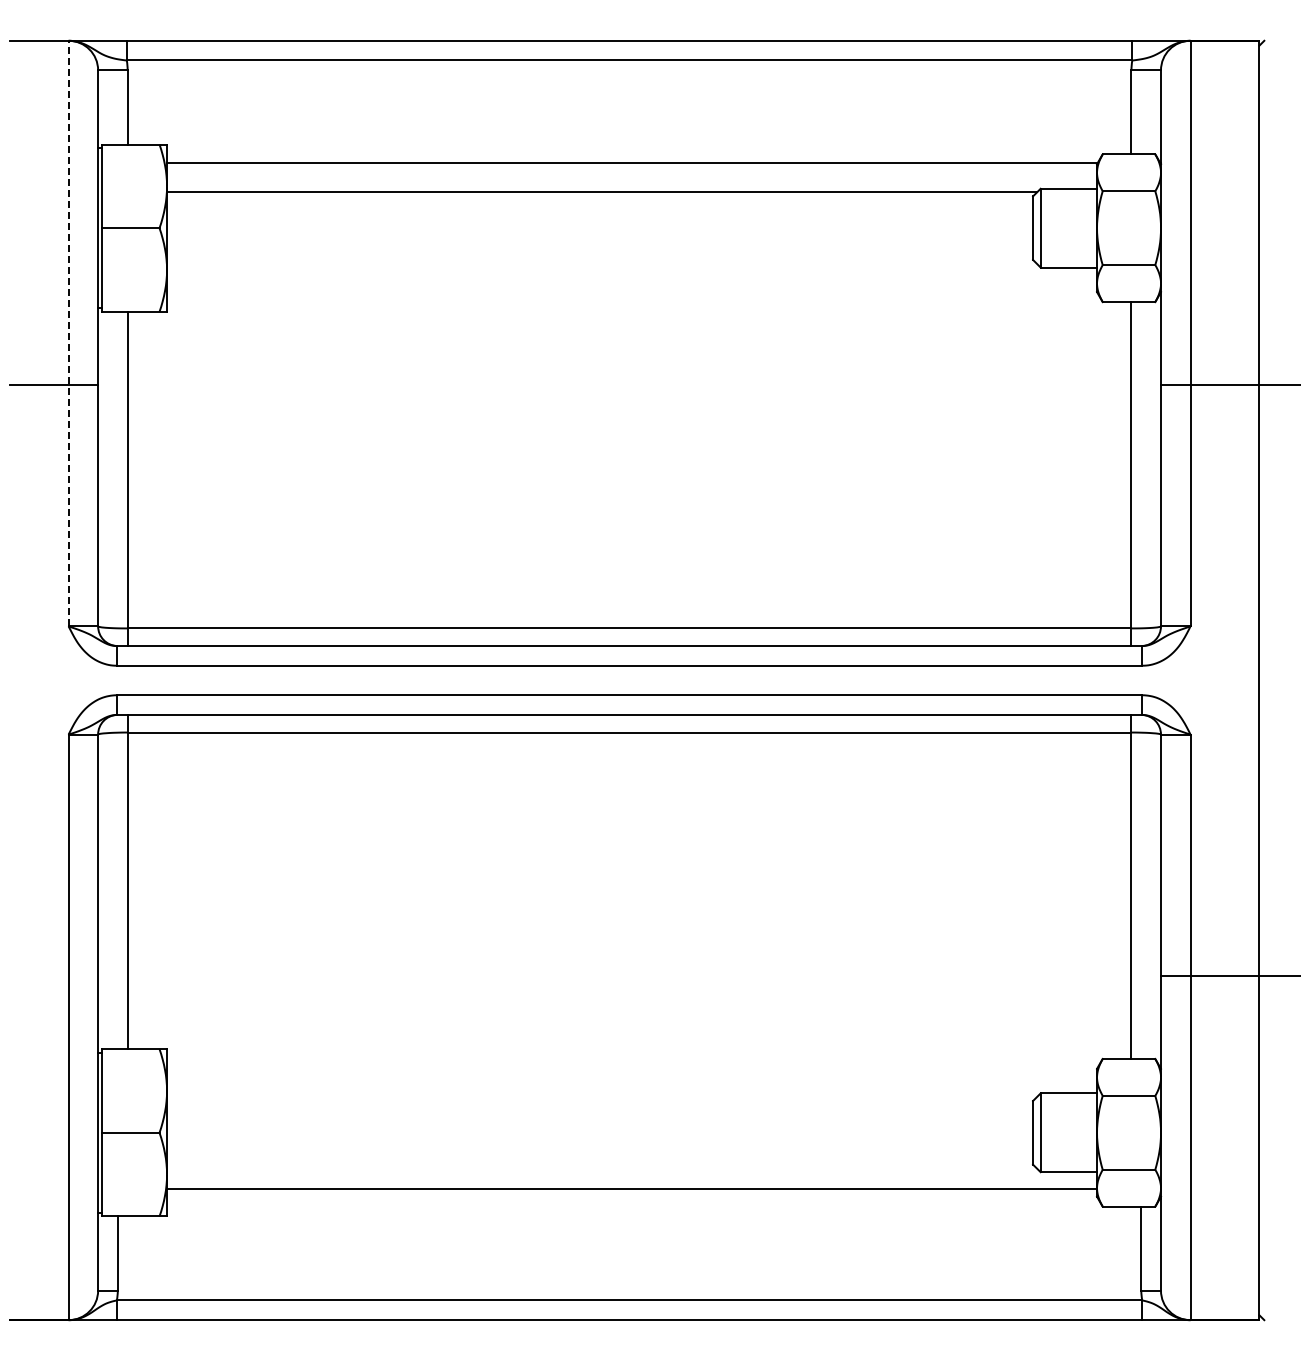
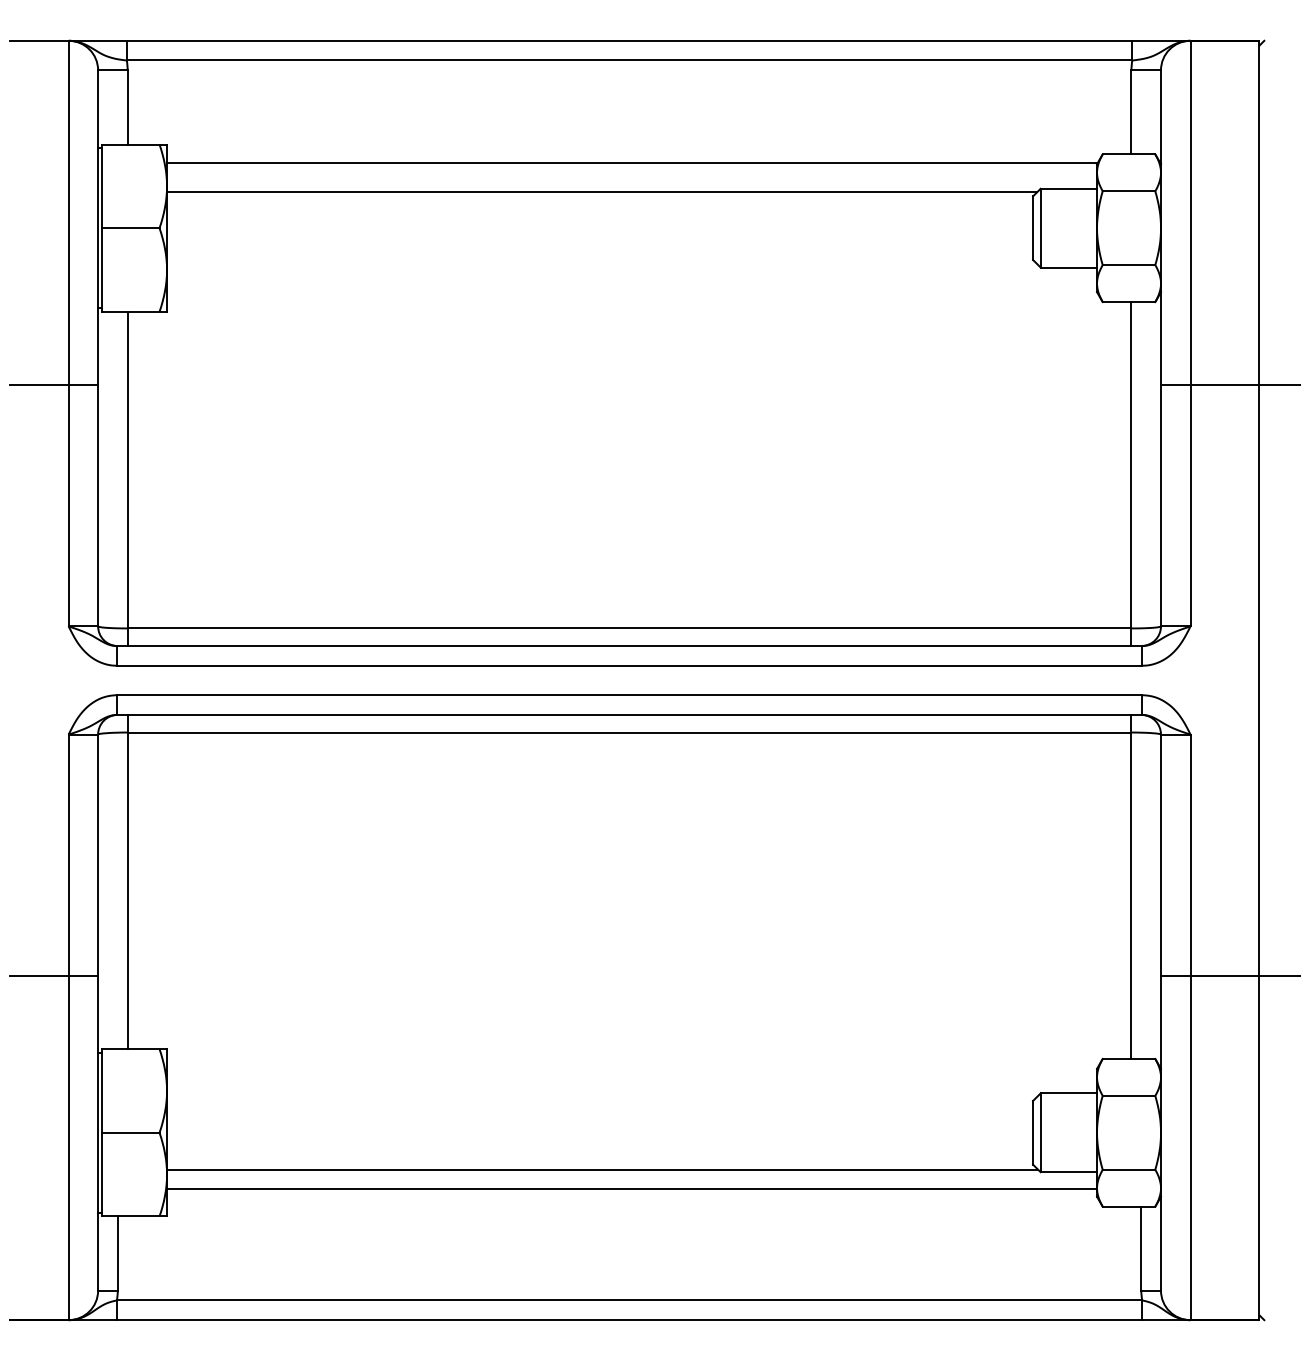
line at (68, 333): dashed -> solid
line at (53, 975): none -> present
line at (602, 1169): none -> present
